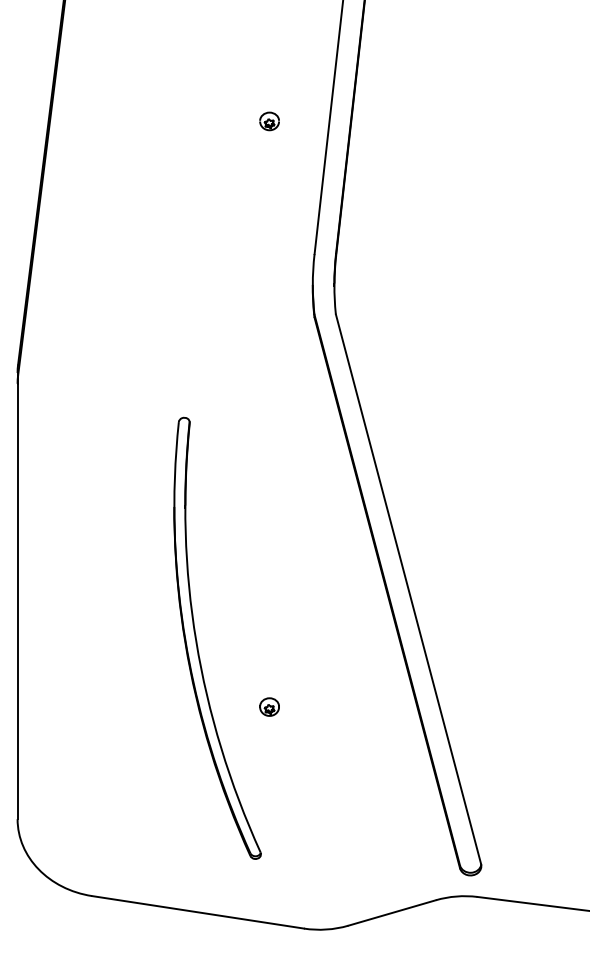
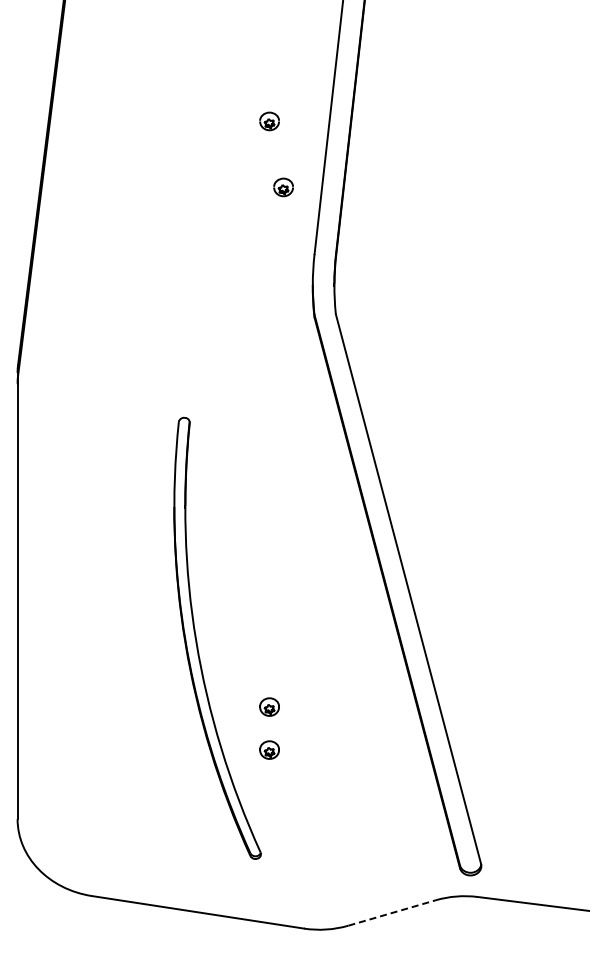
part at (283, 187): none -> present
part at (269, 749): none -> present
line at (392, 912): solid -> dashed
